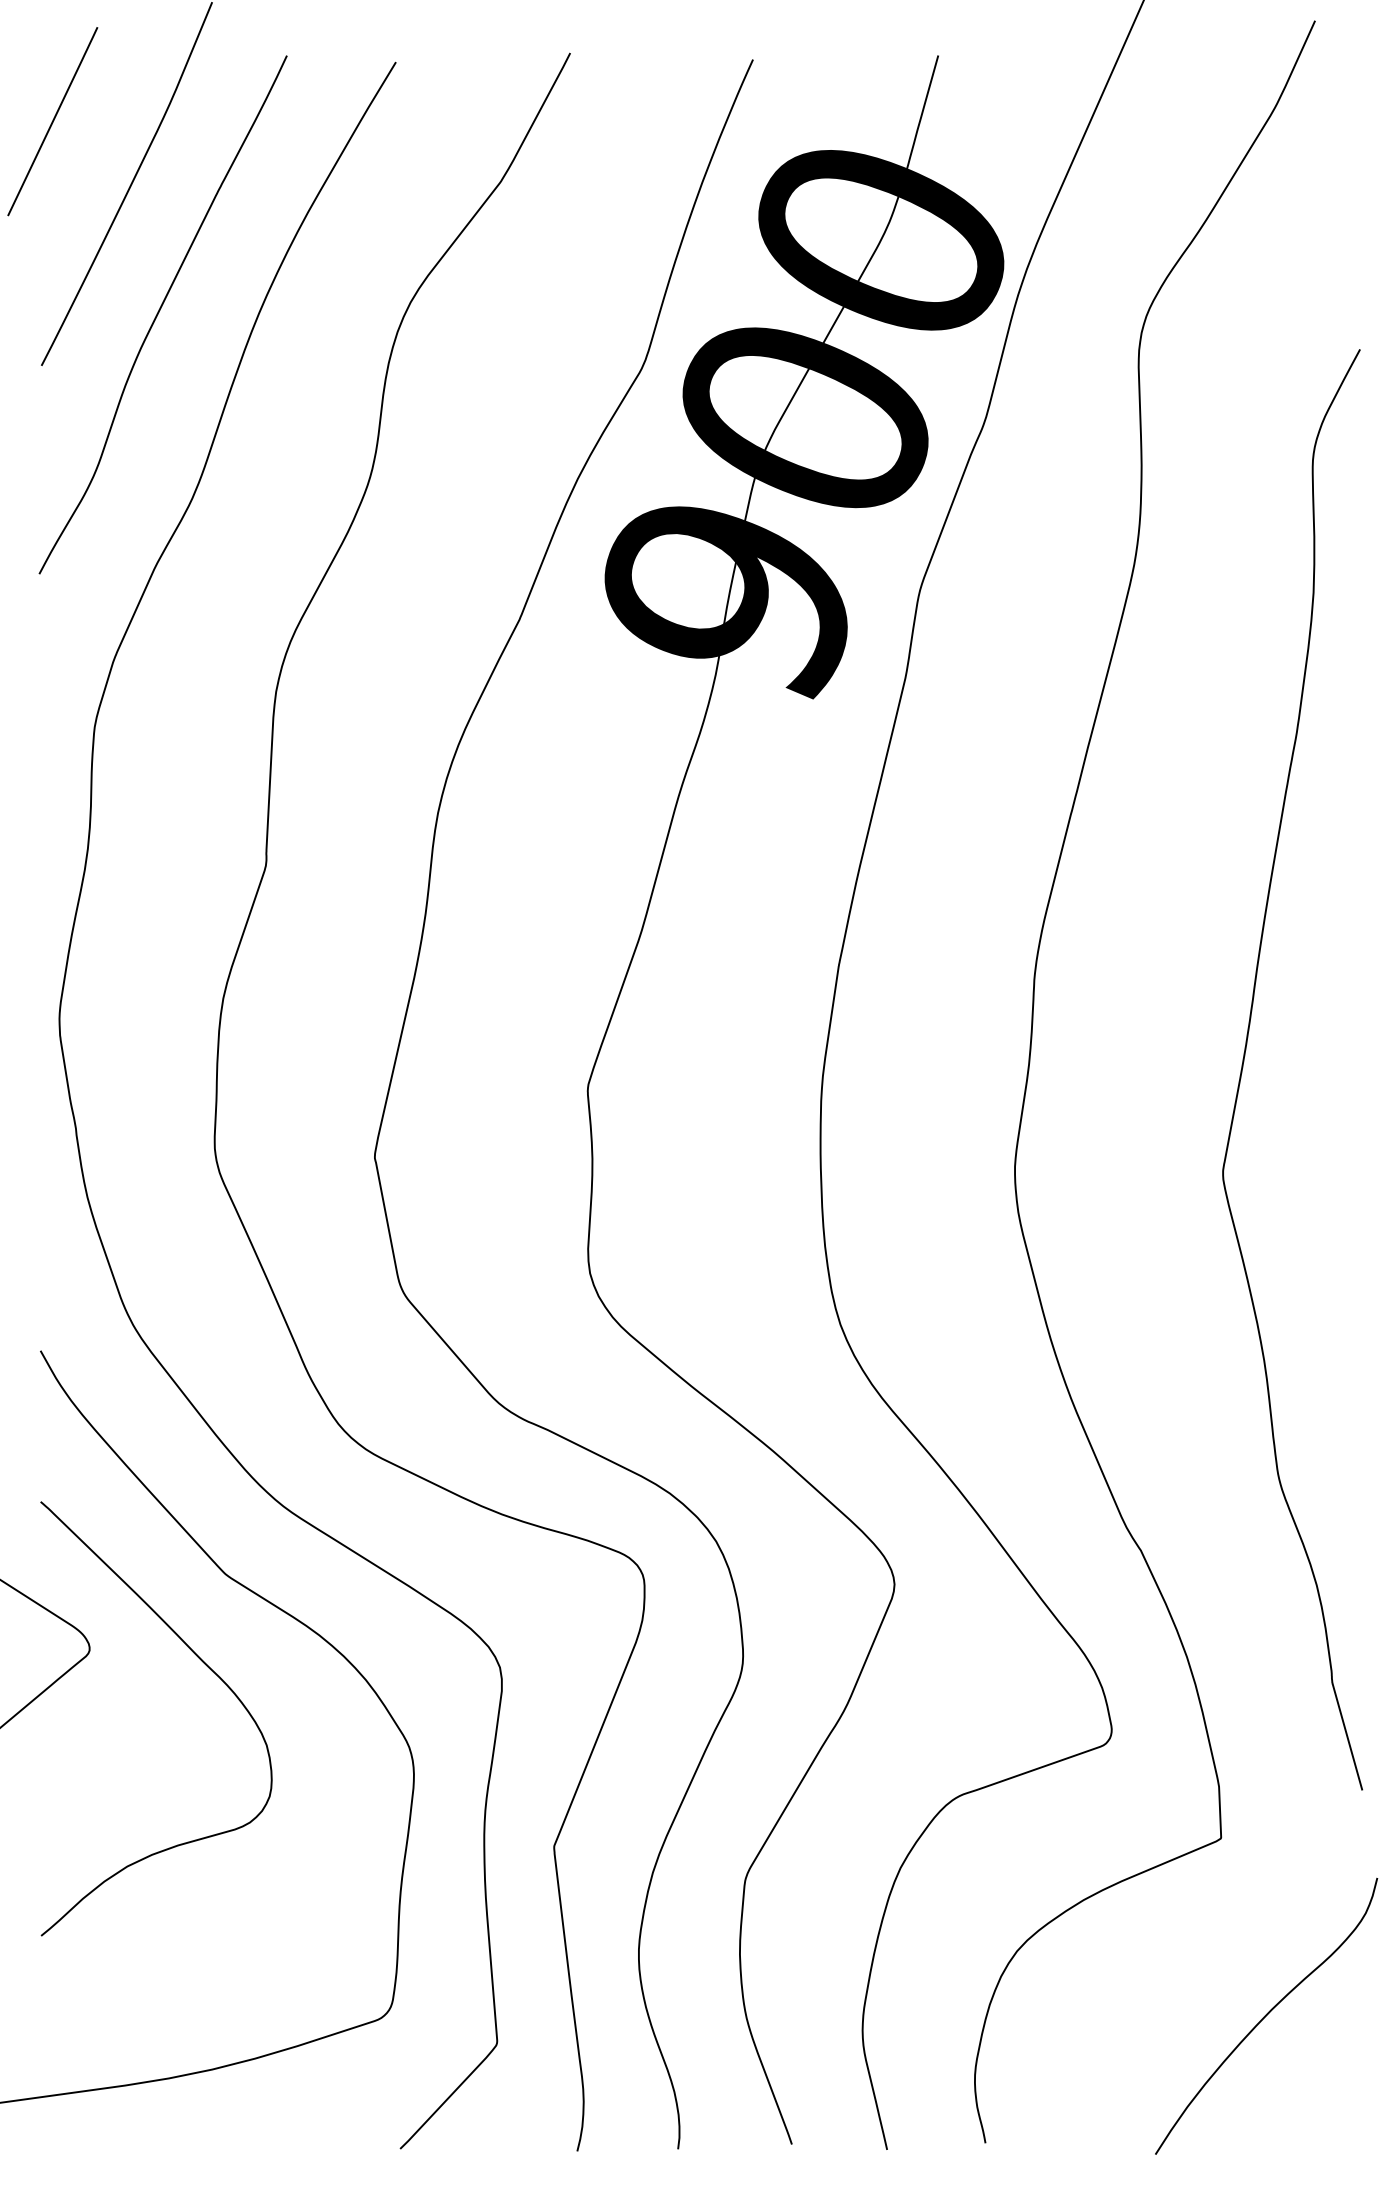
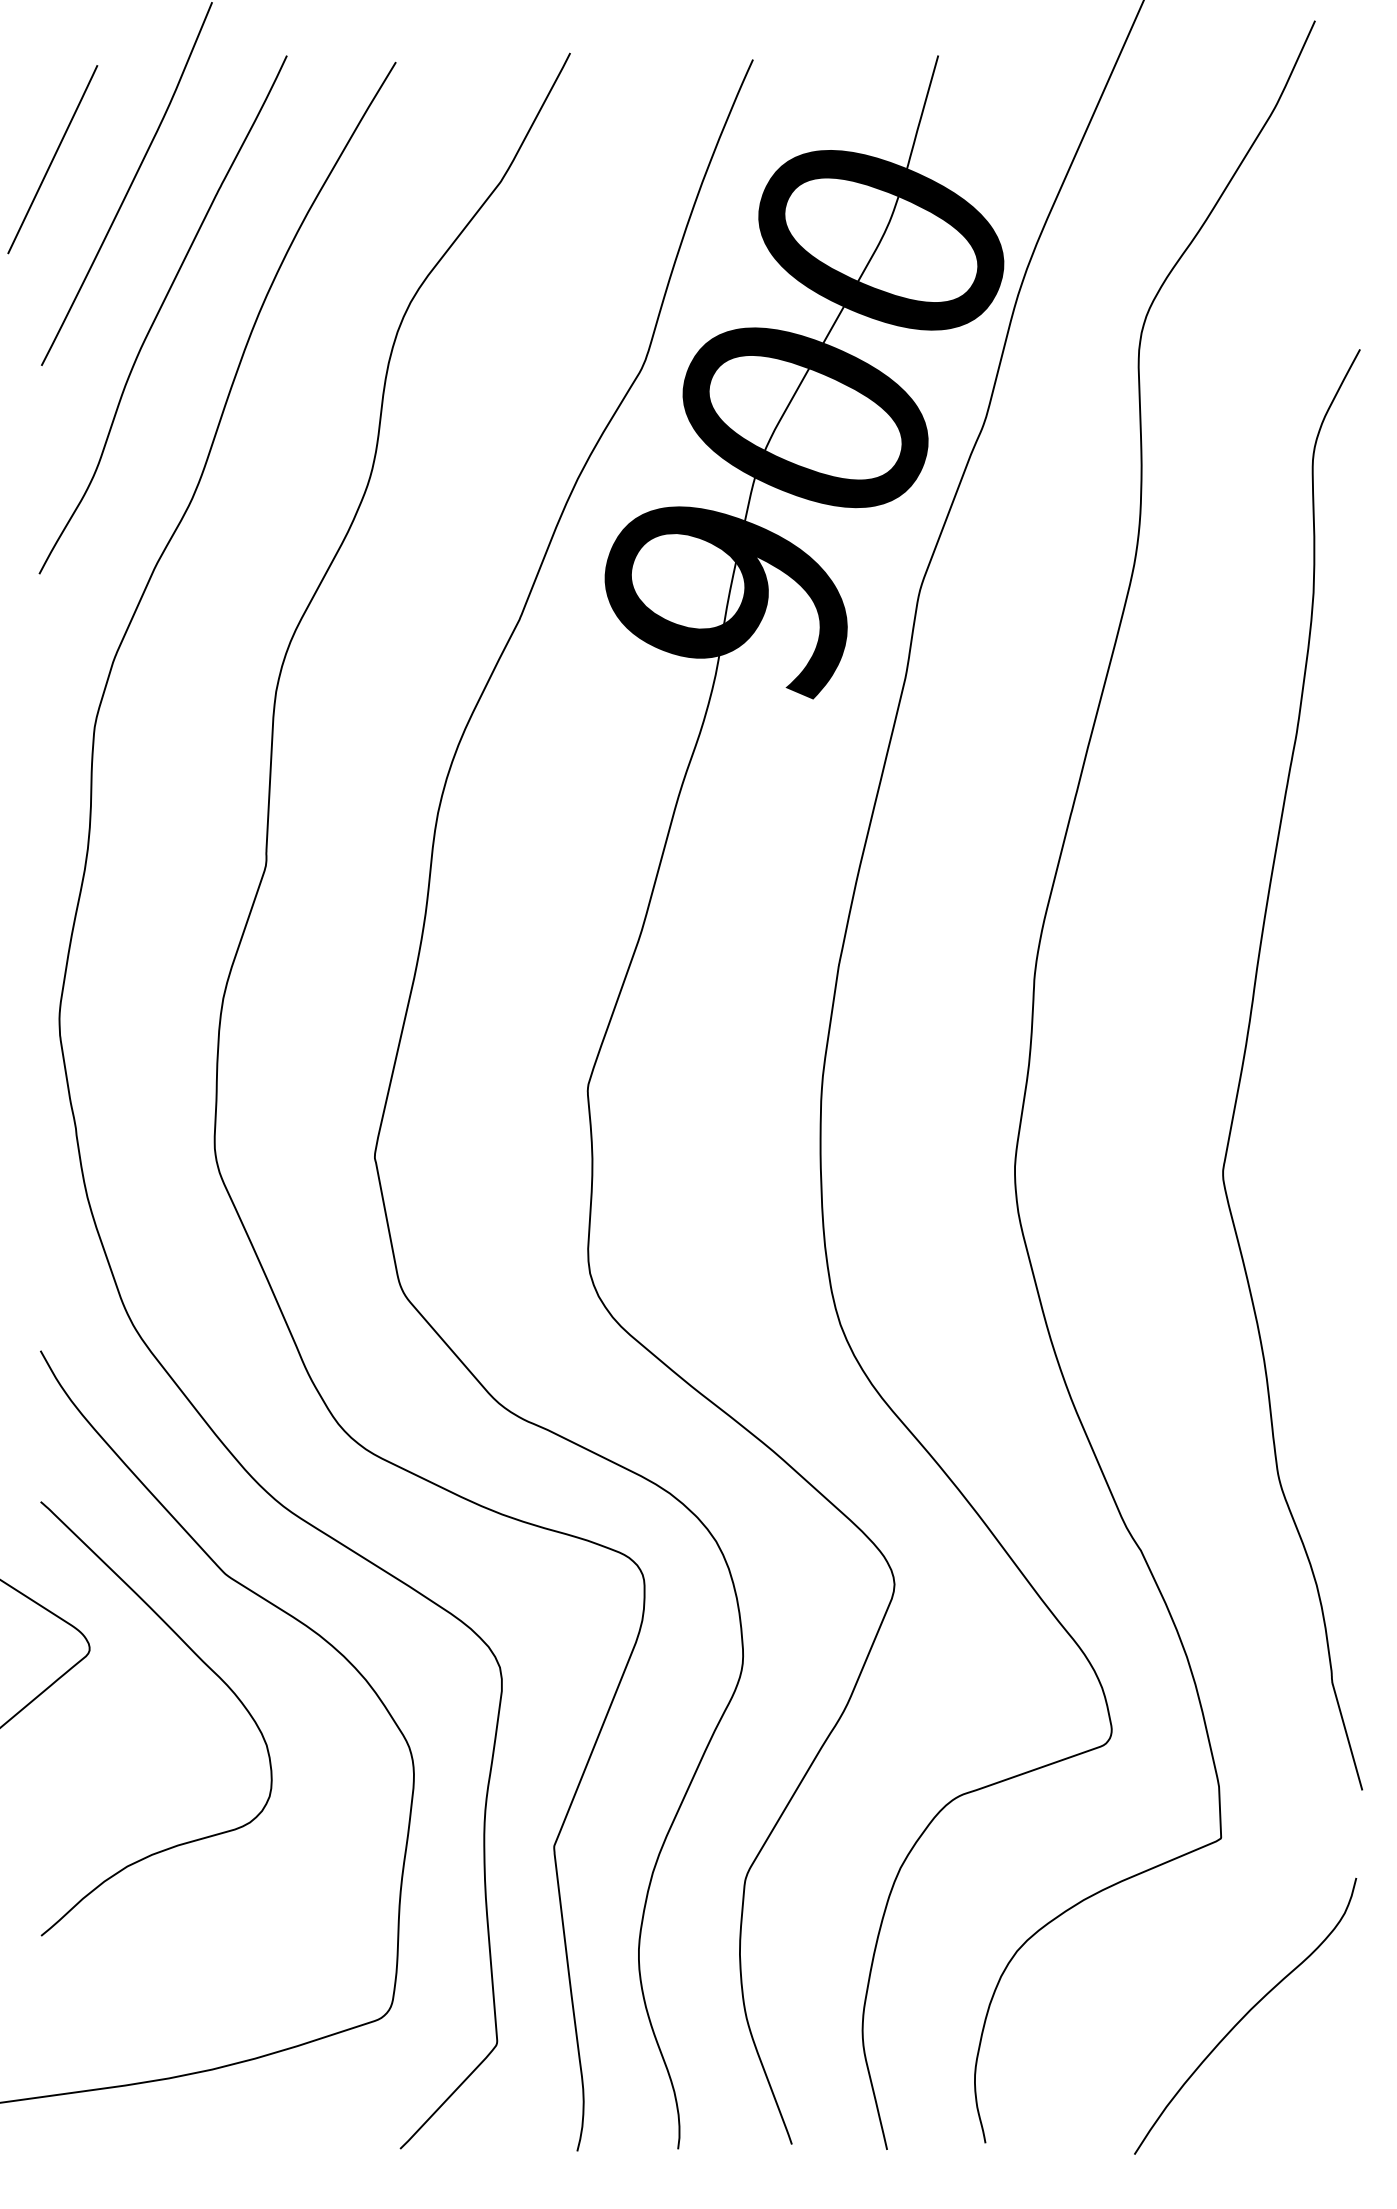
line at (52, 121) position: (52, 121) -> (52, 159)
curve at (1266, 2015) position: (1266, 2015) -> (1245, 2015)
